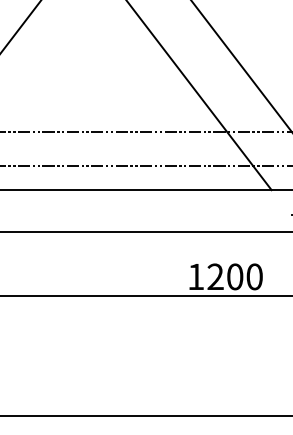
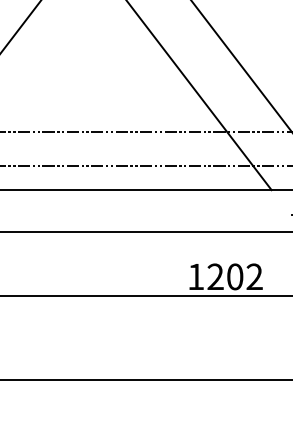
text at (254, 276): 1200 -> 1202
line at (145, 416) position: (145, 416) -> (145, 380)
